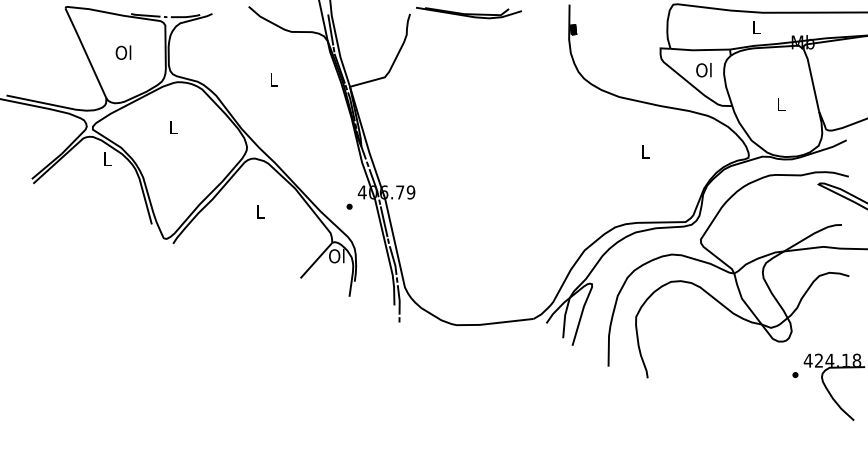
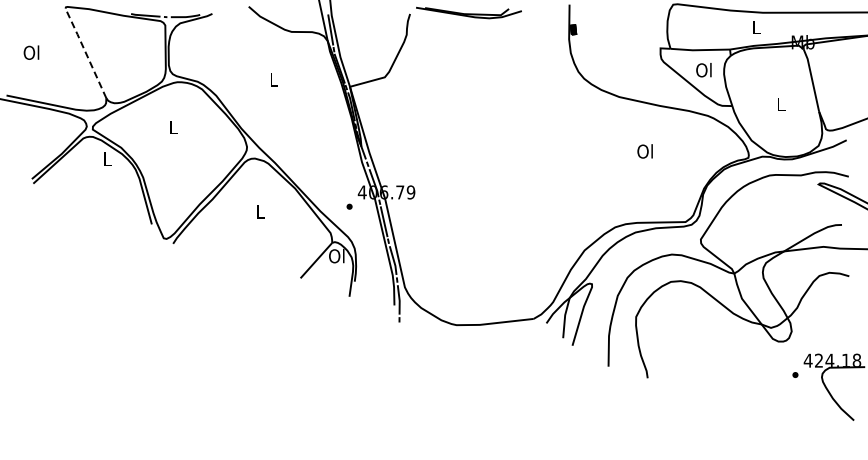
line at (85, 52): solid -> dashed
text at (123, 52) position: (123, 52) -> (31, 52)
text at (644, 151): L -> Ol
